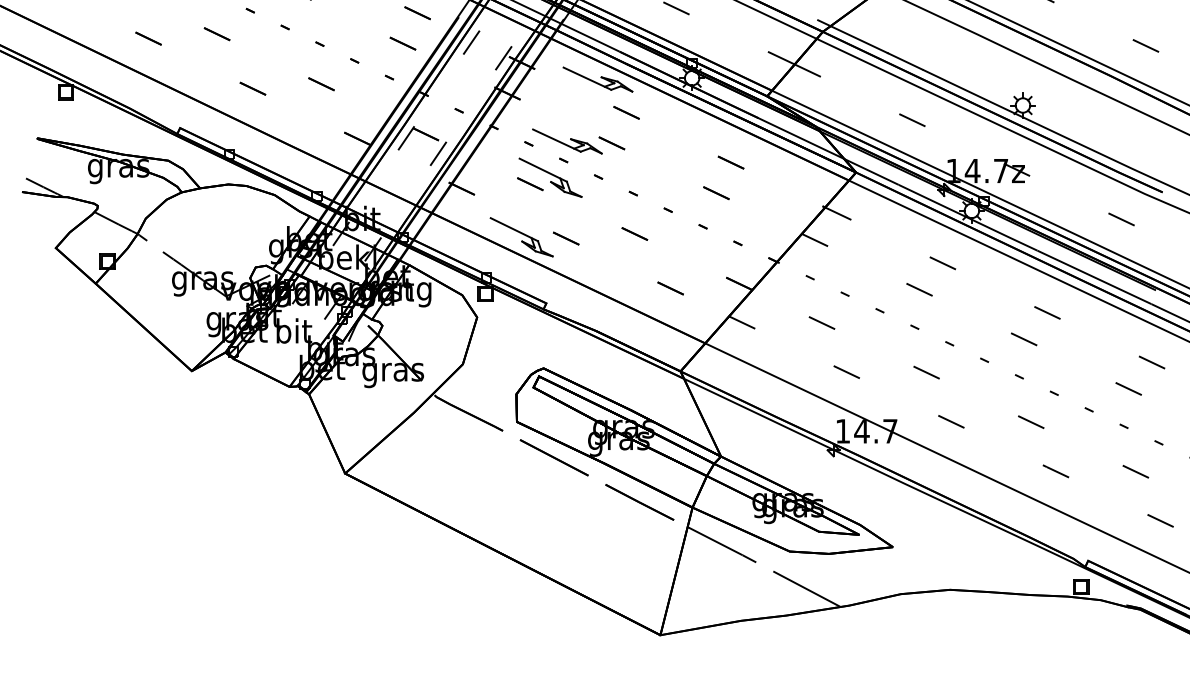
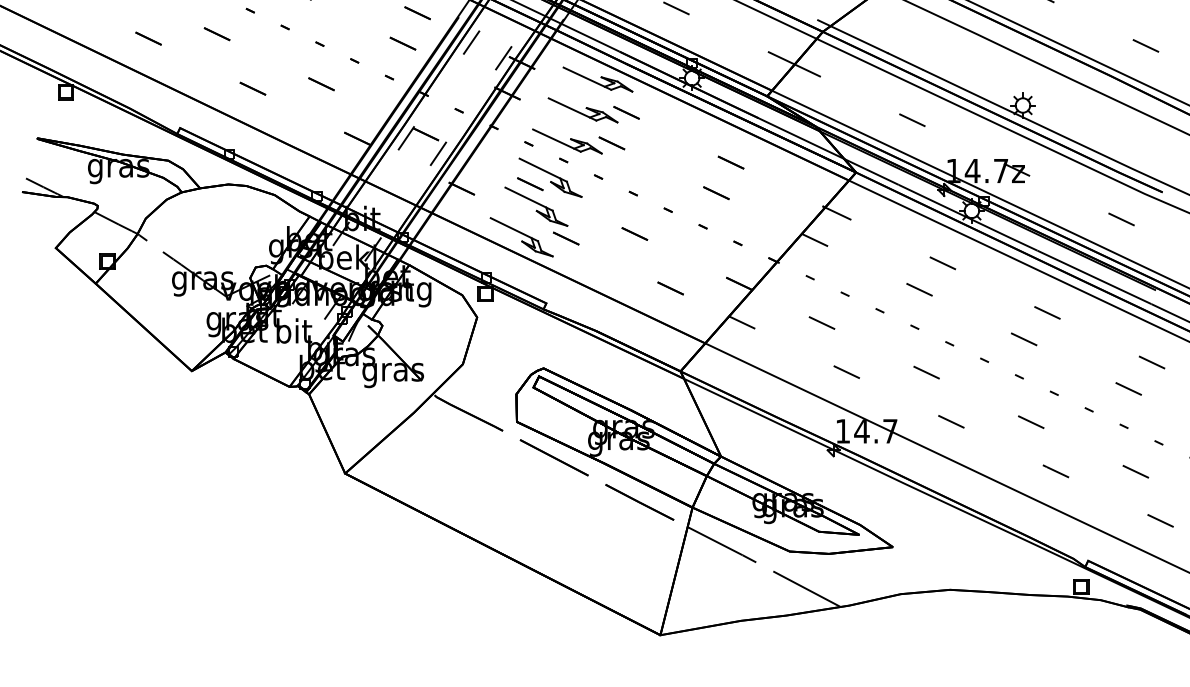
part at (582, 110): none -> present
part at (536, 206): none -> present
